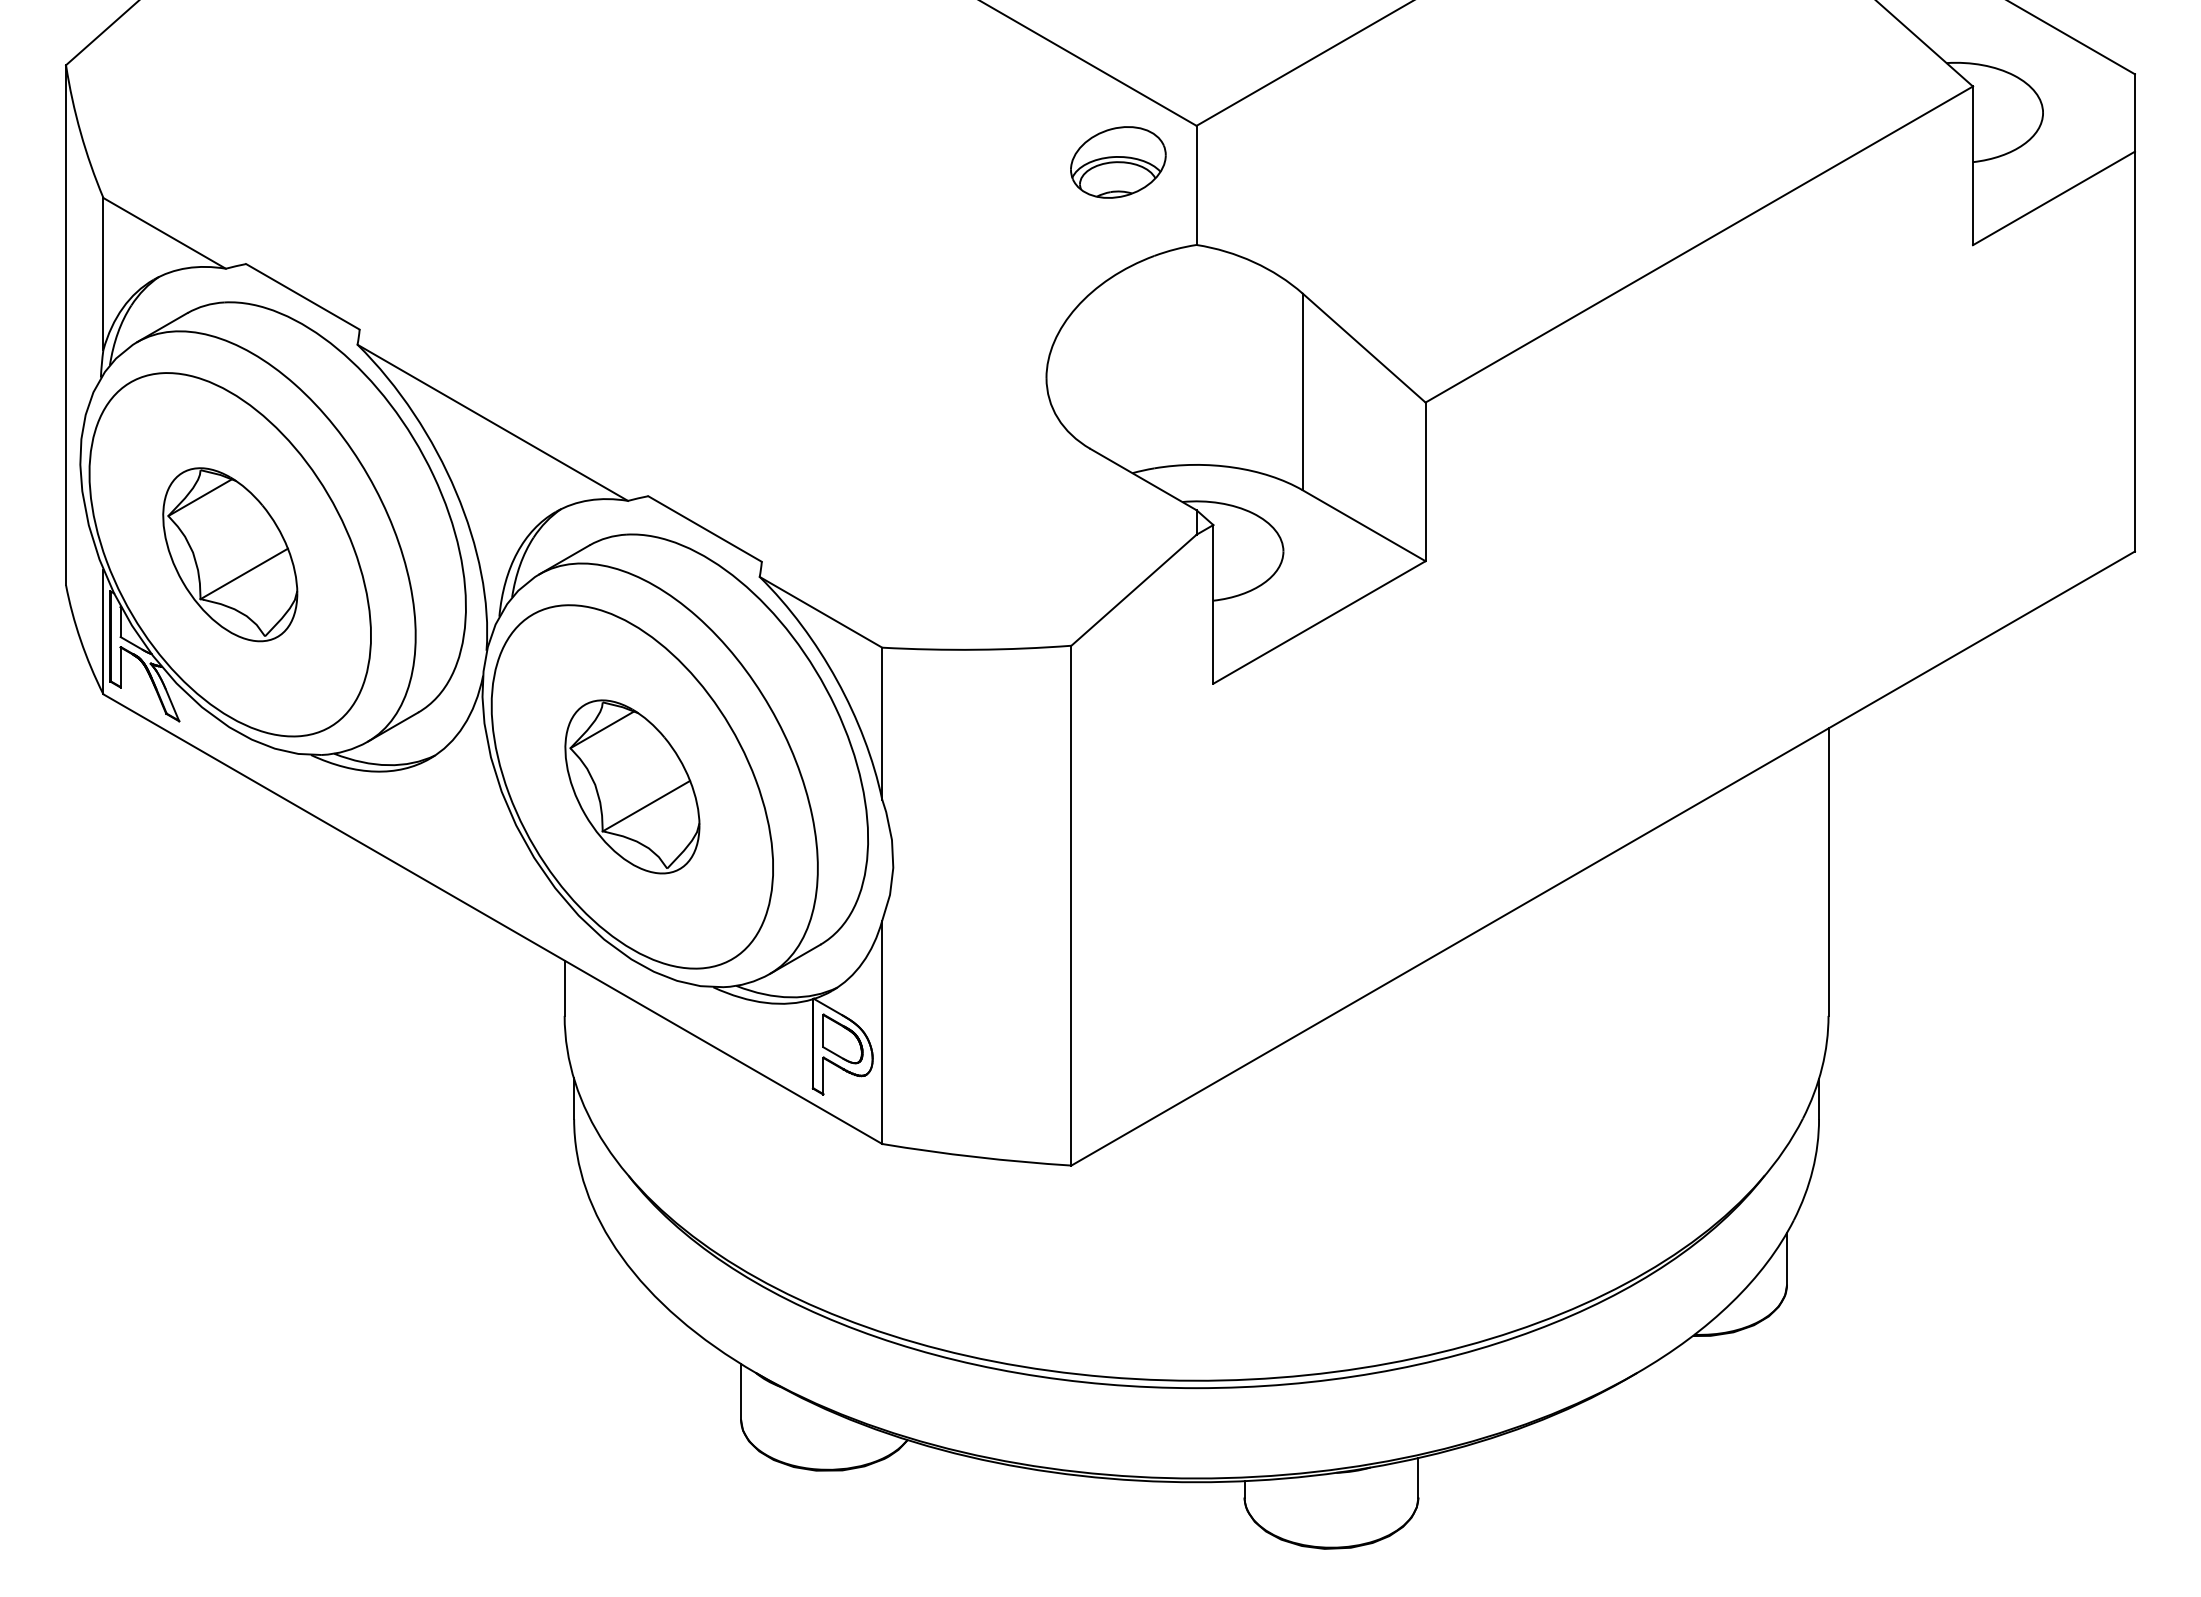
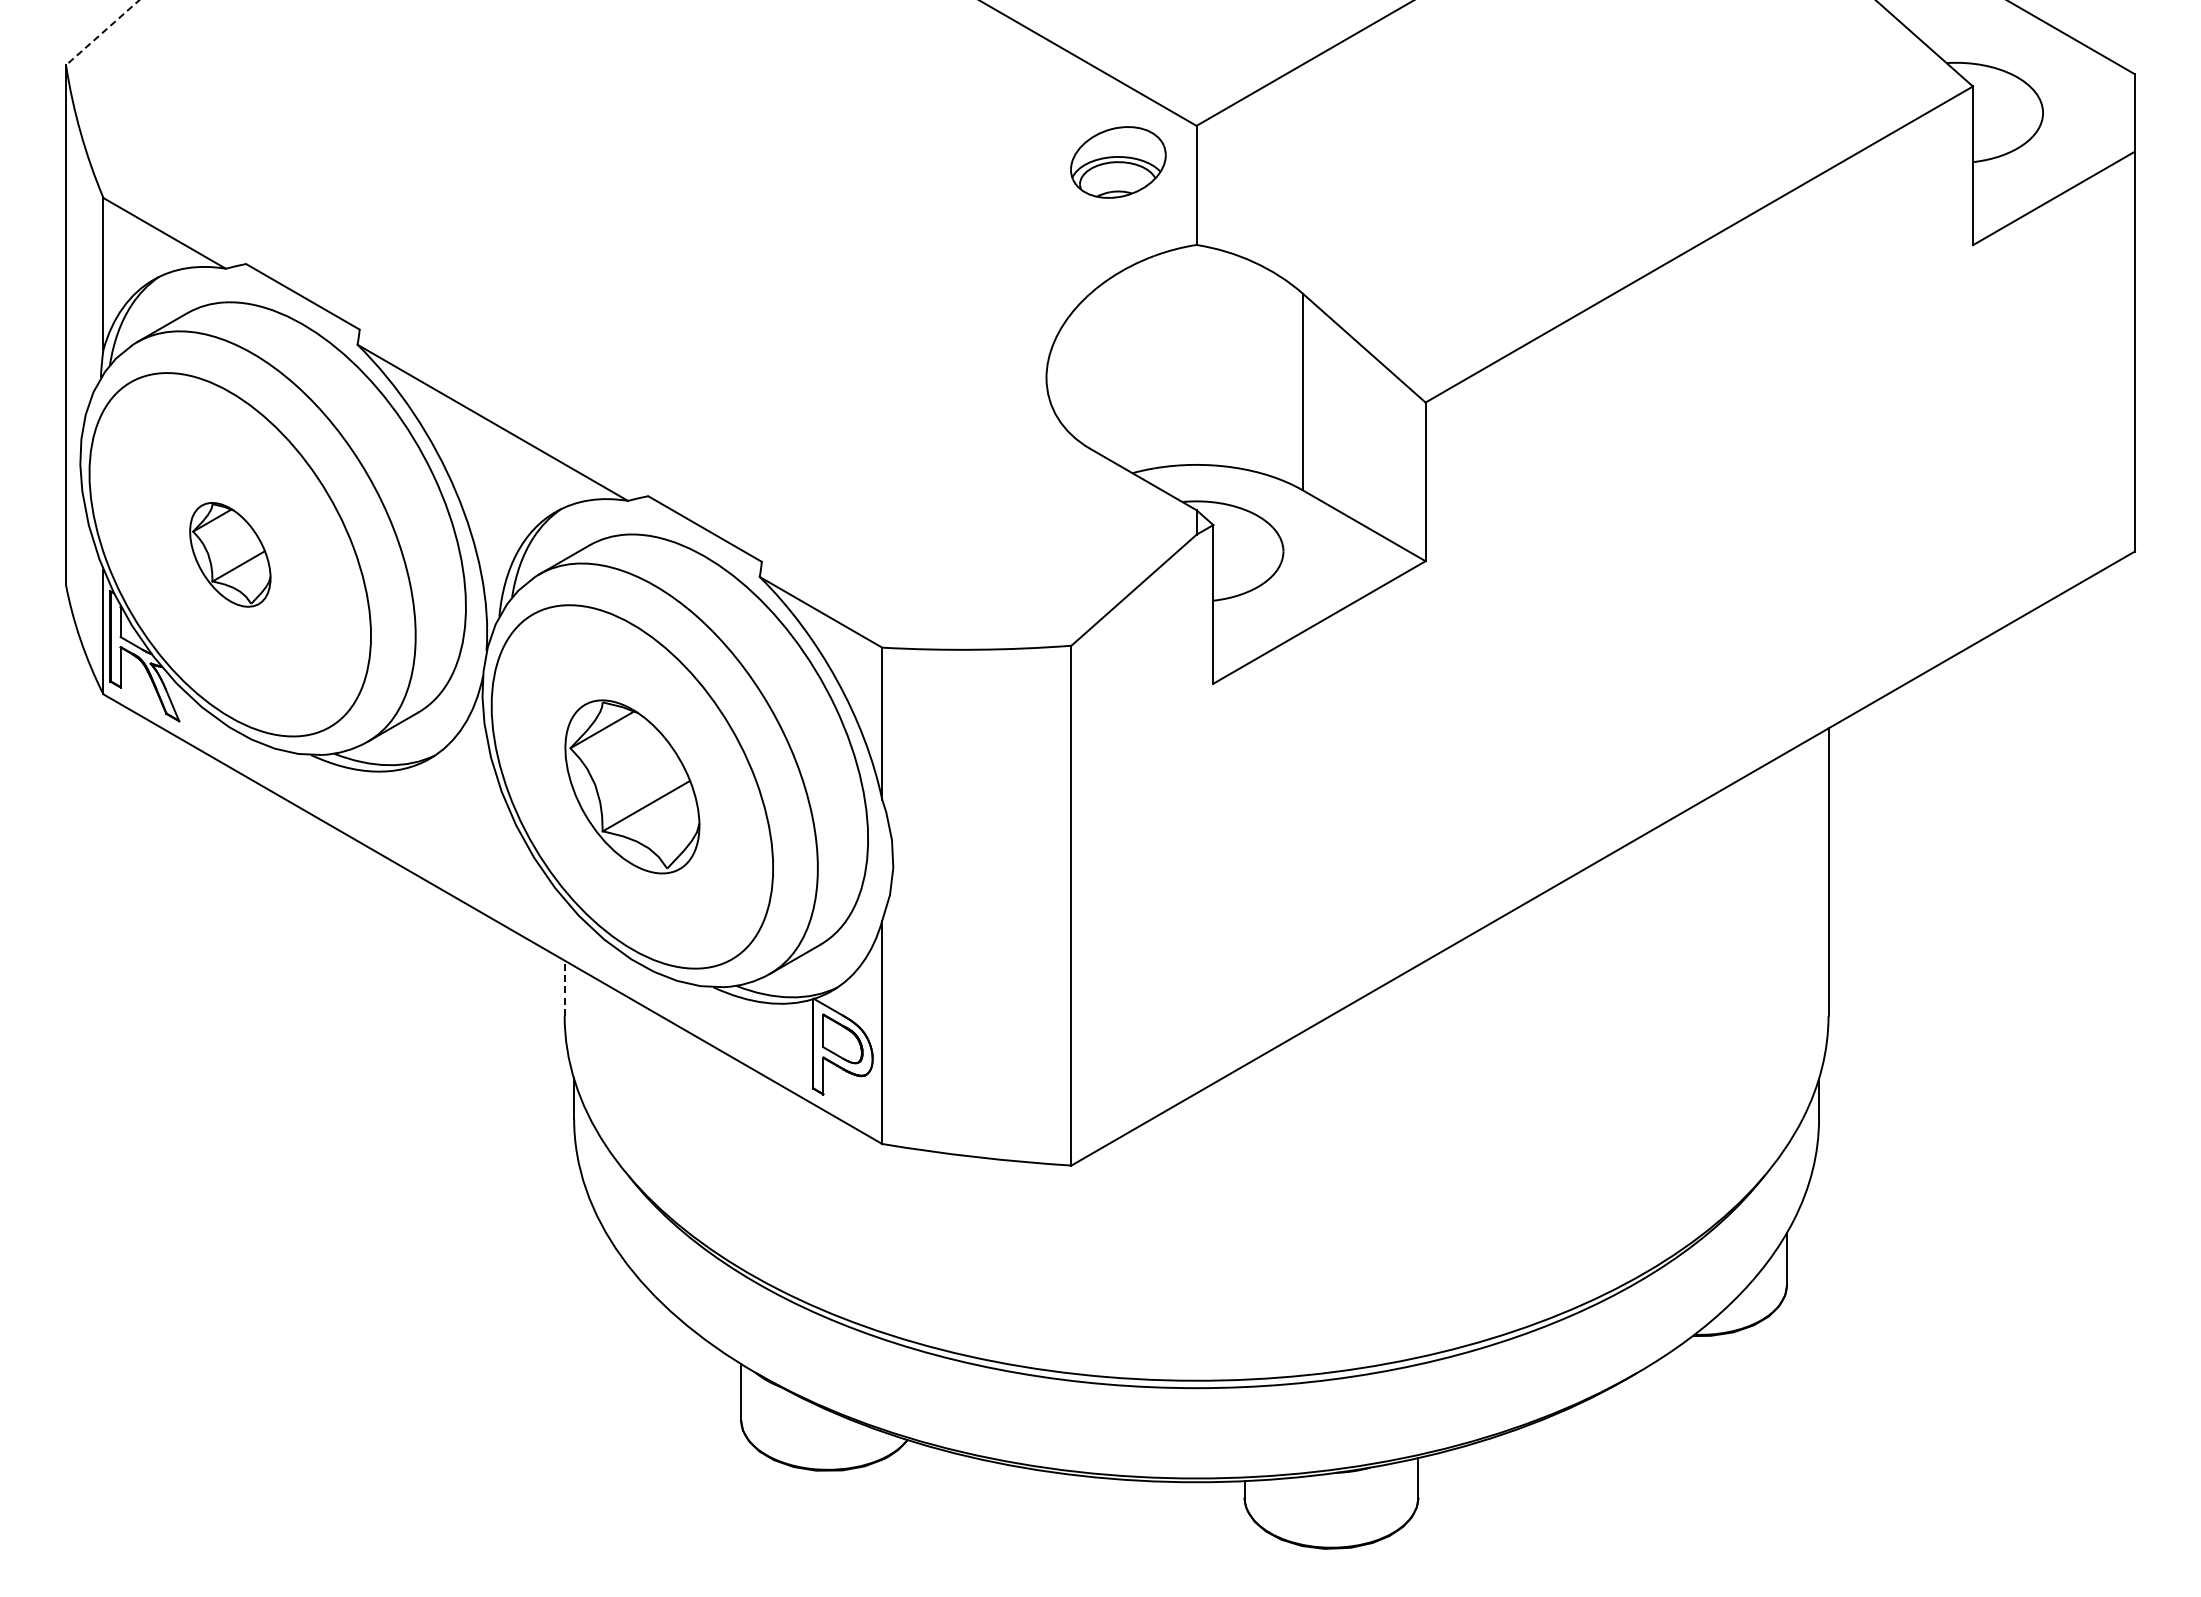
line at (102, 32): solid -> dashed
part at (230, 554) size: 137x176 px -> 83x106 px
line at (564, 988): solid -> dashed
